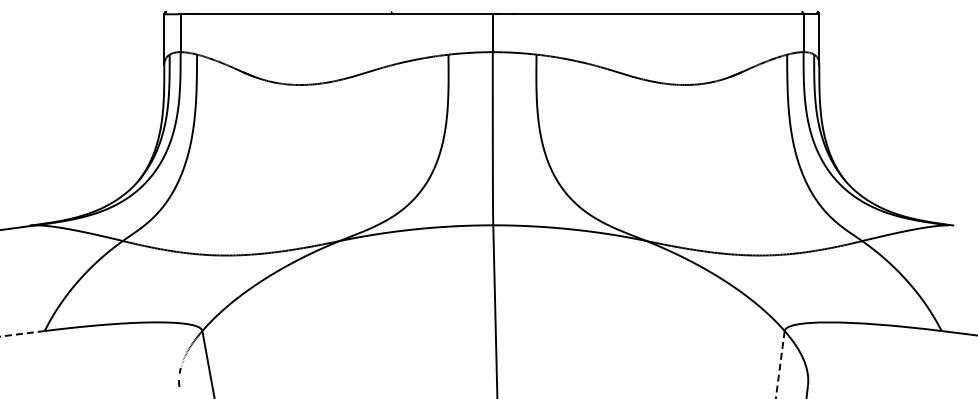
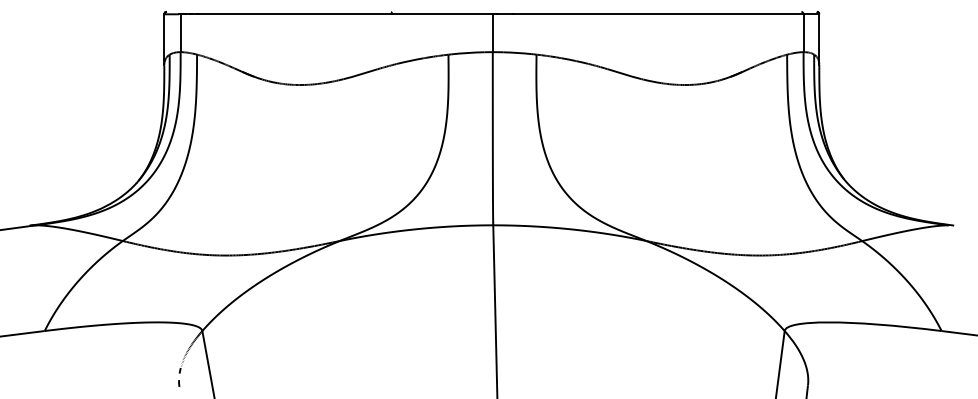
arc at (21, 333): dashed -> solid
arc at (780, 365): dashed -> solid
